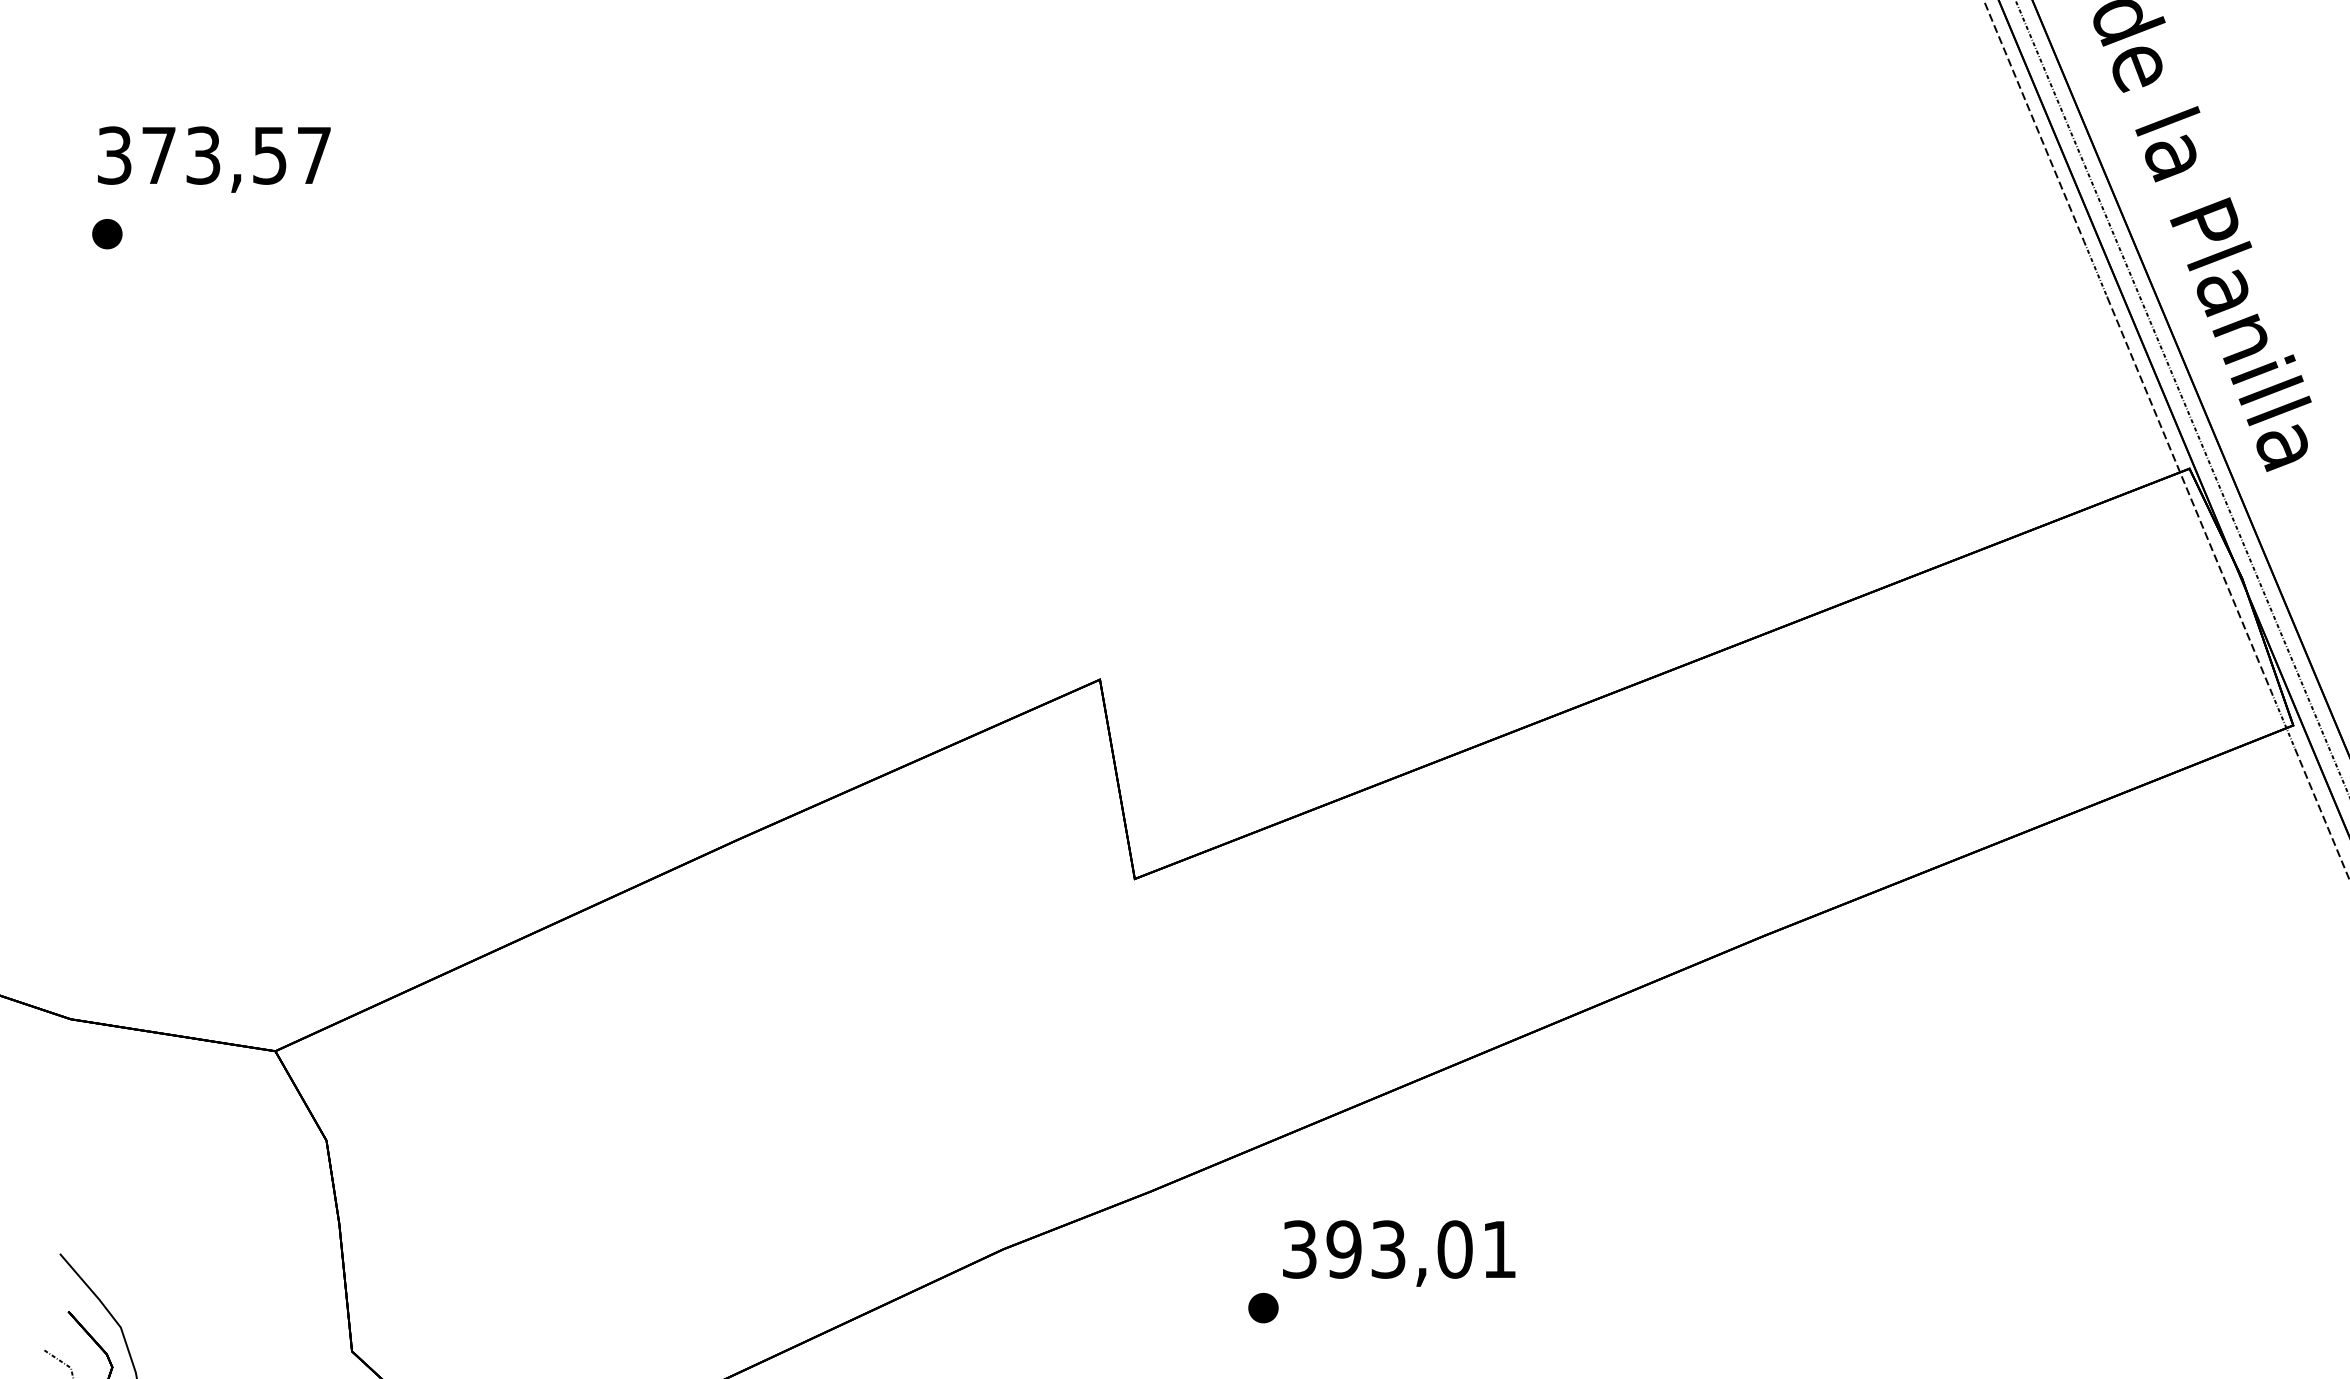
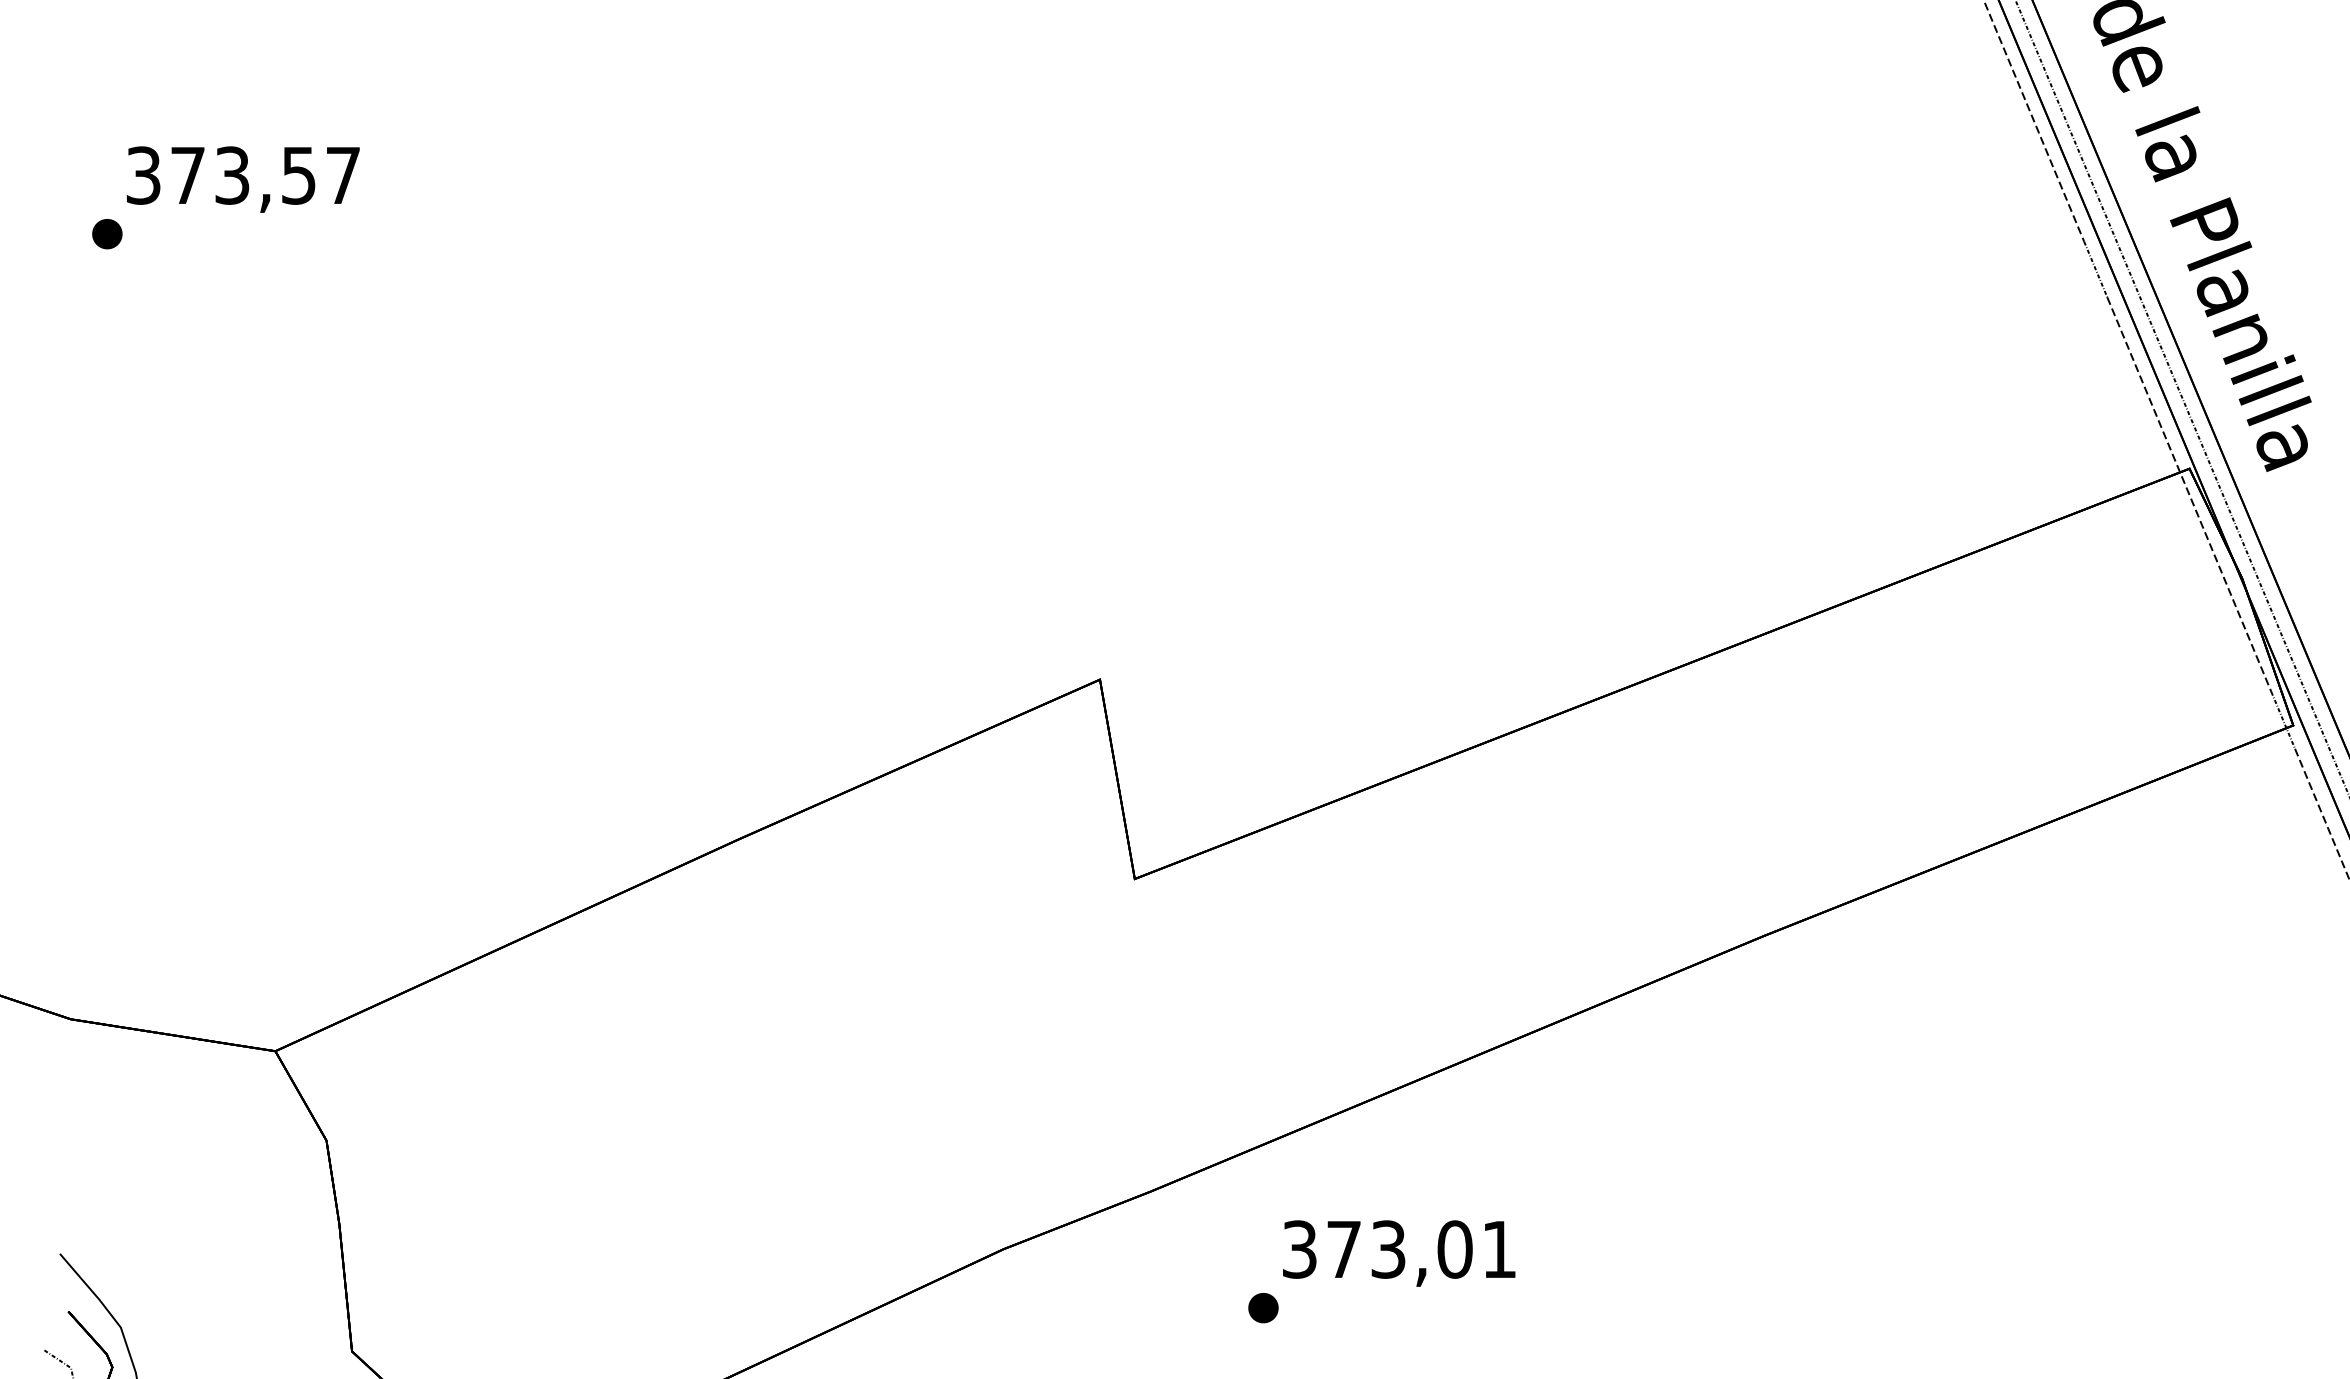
text at (214, 159) position: (214, 159) -> (243, 179)
text at (1343, 1249): 393,01 -> 373,01
